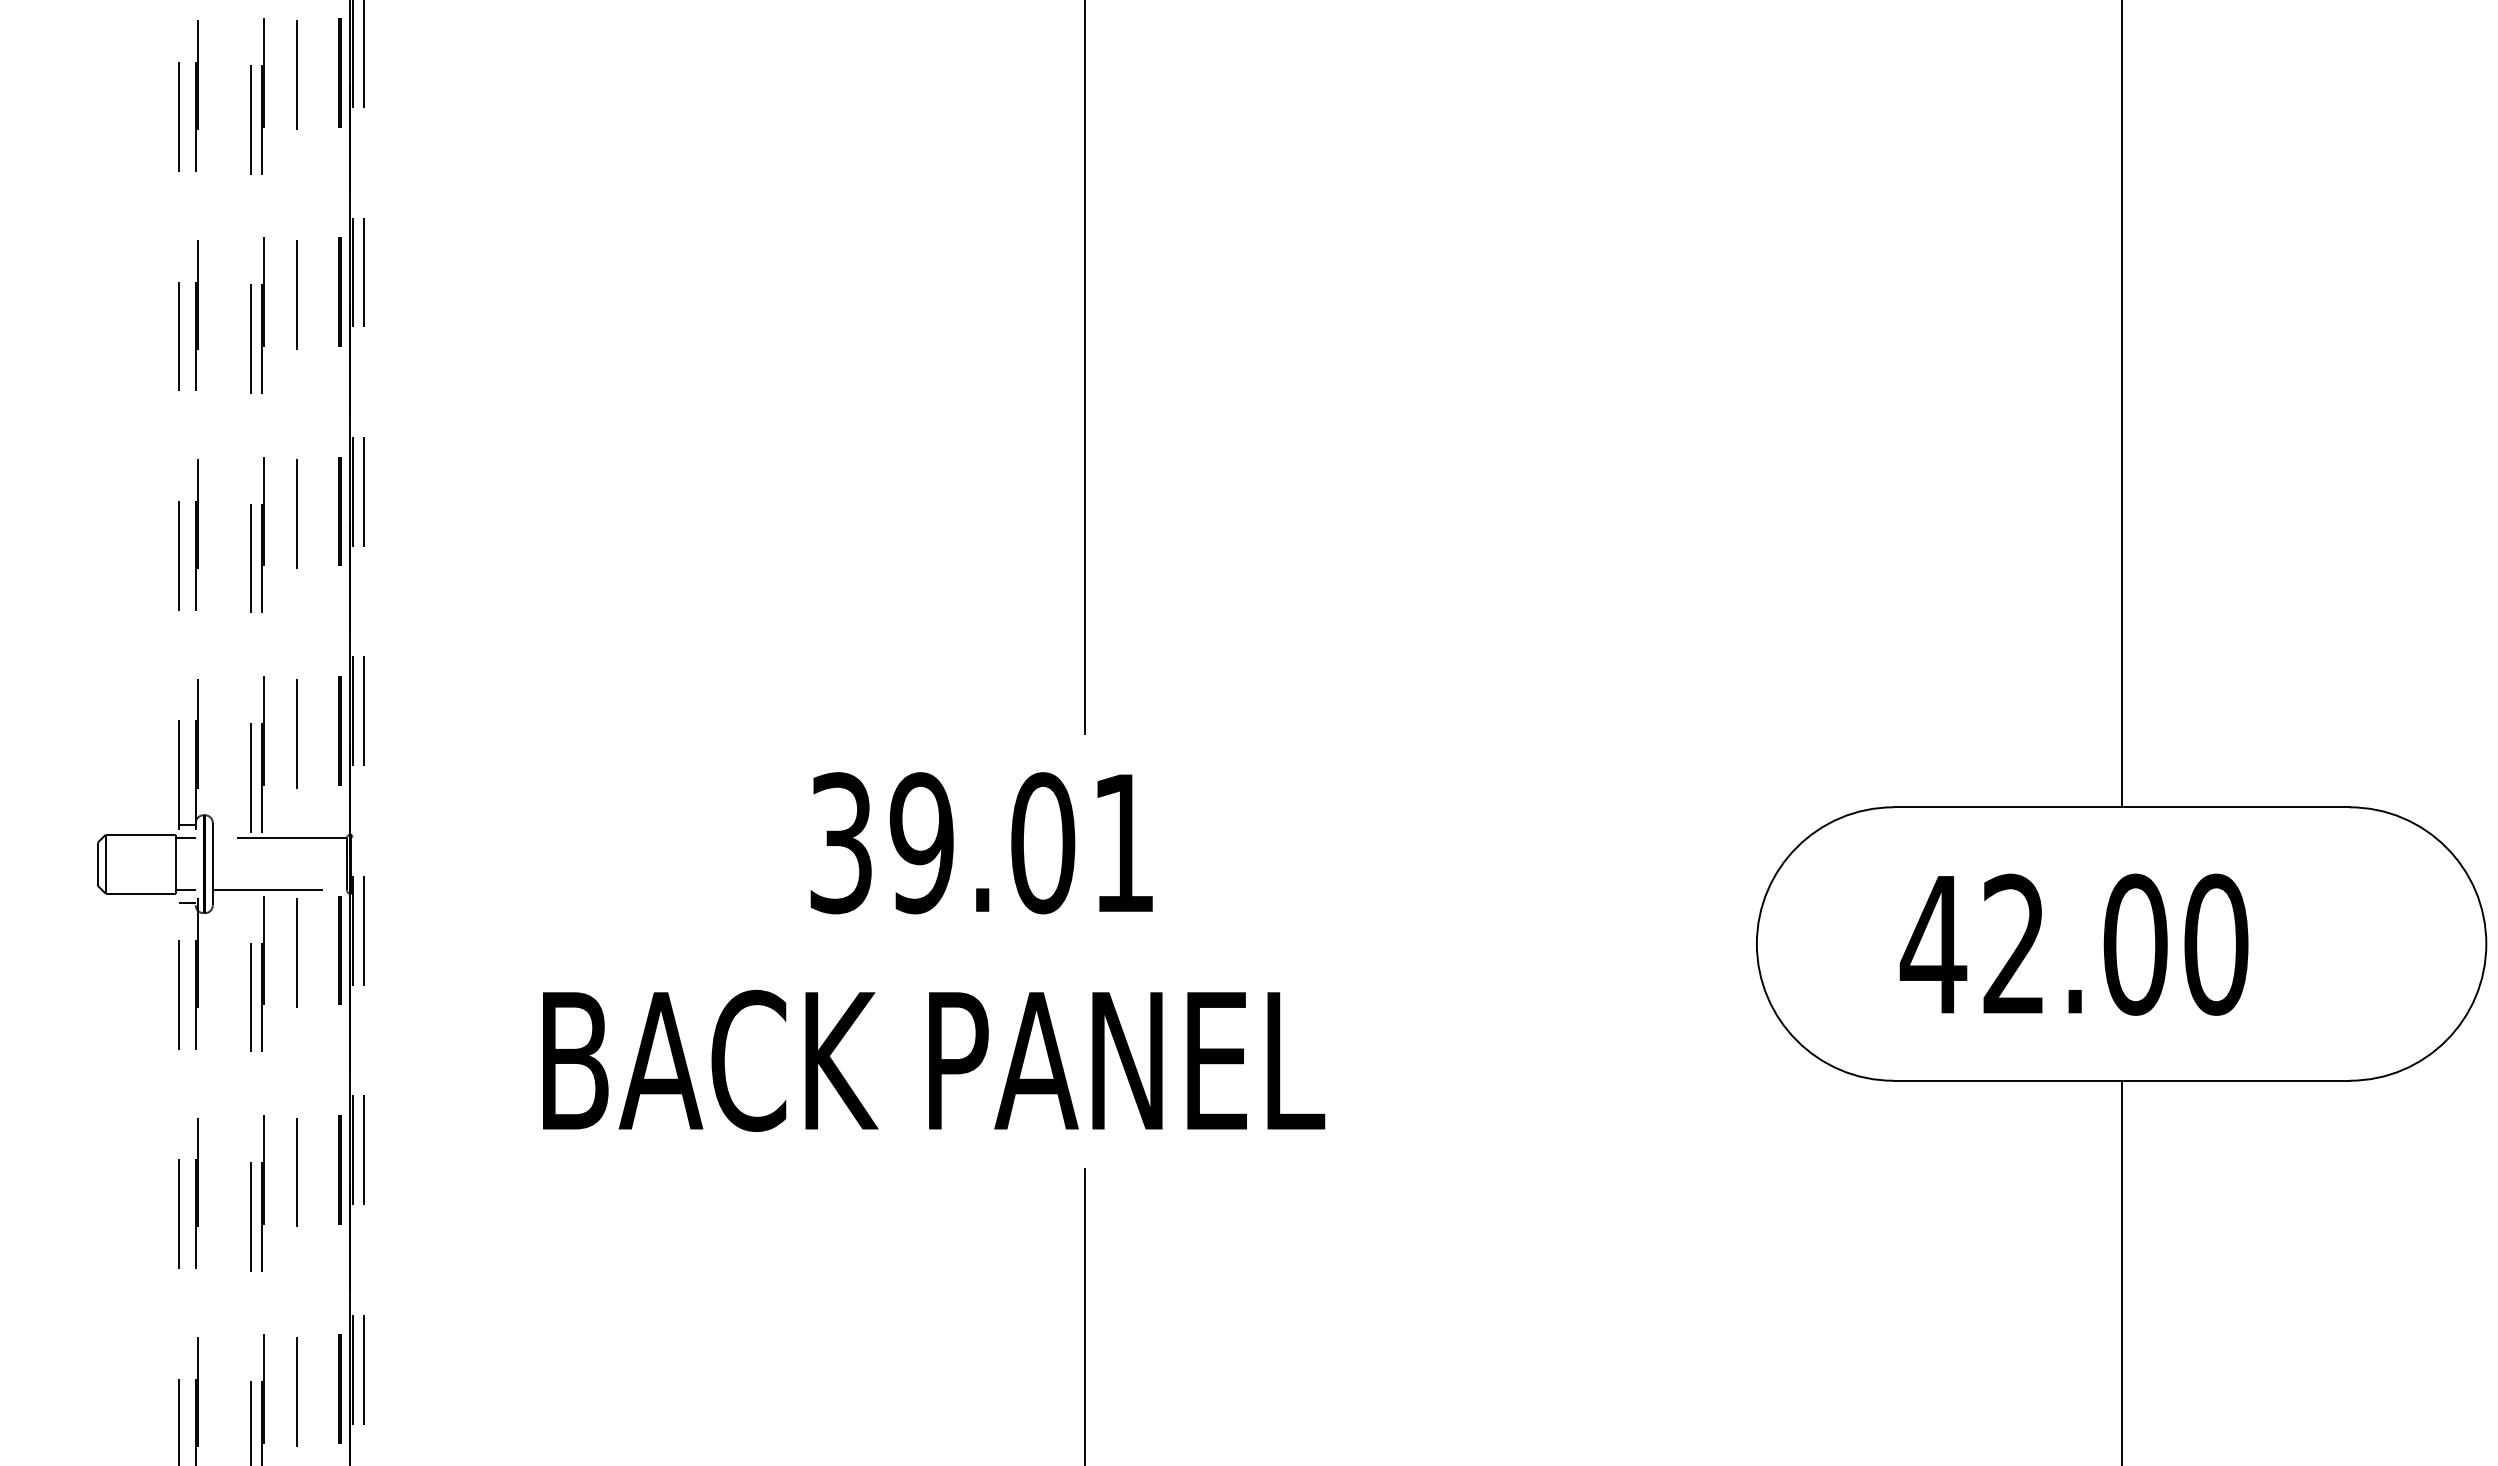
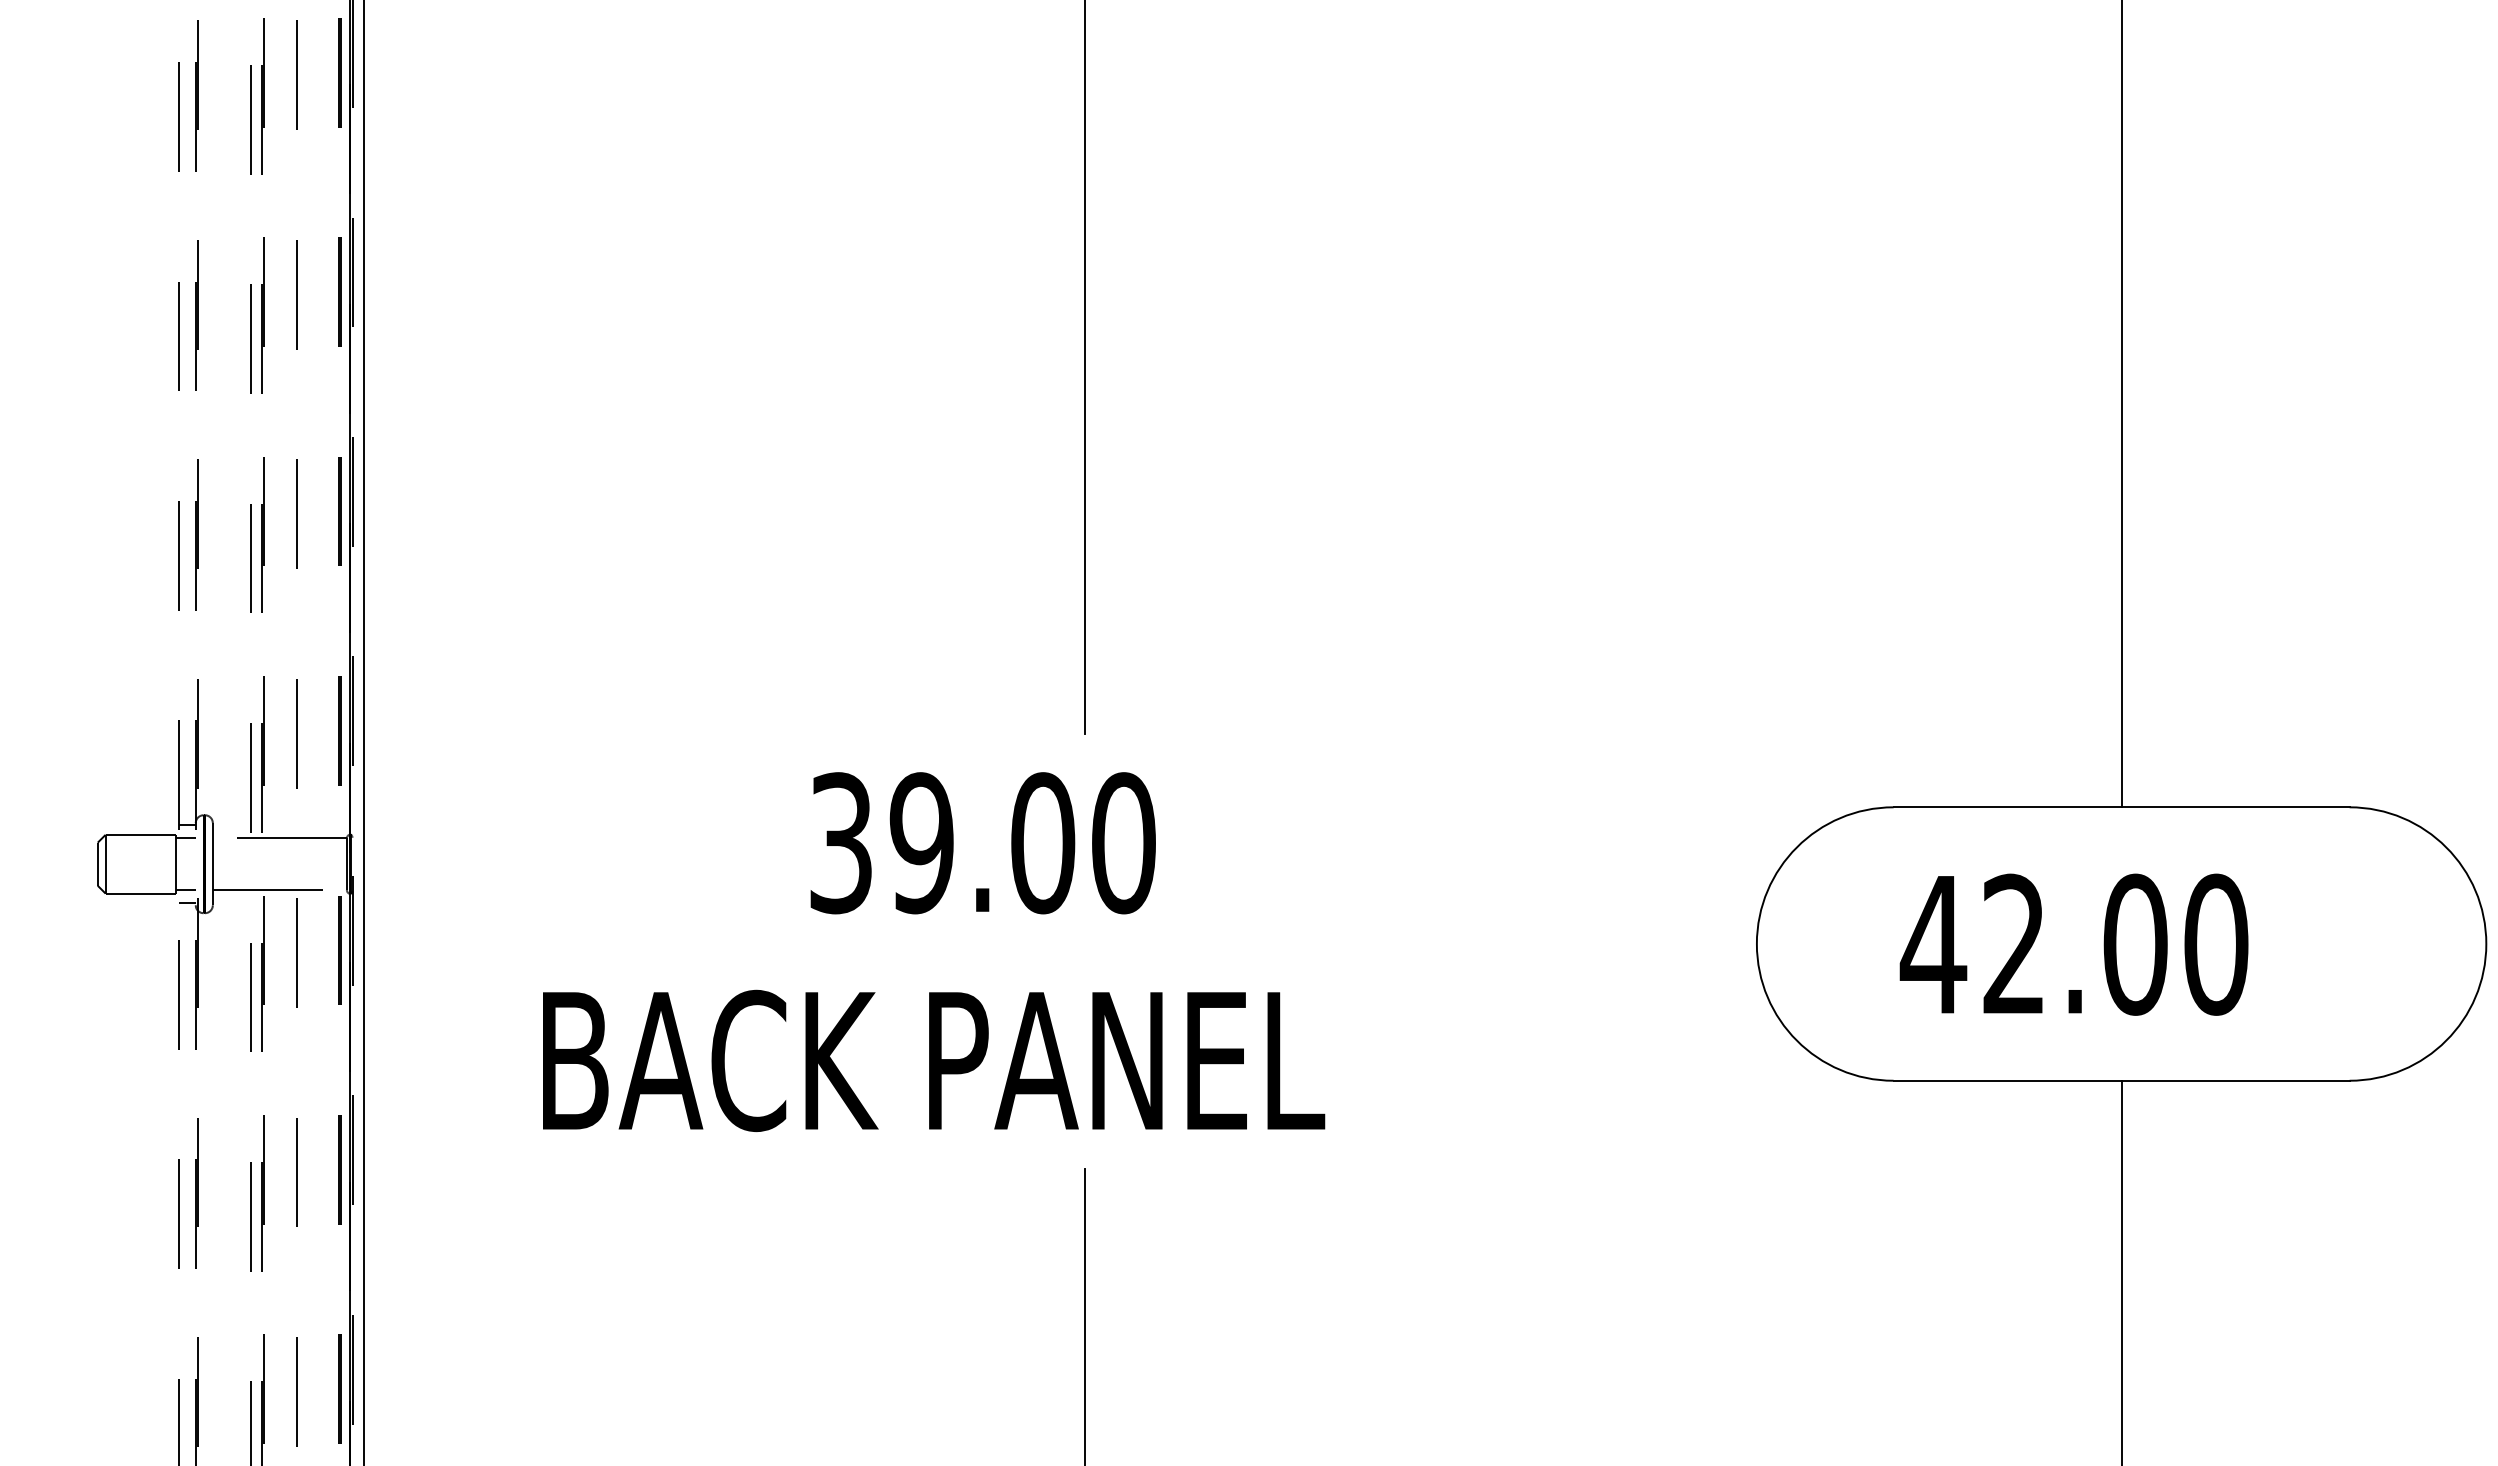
line at (364, 733): dashed -> solid
text at (1123, 843): 39.01 -> 39.00
